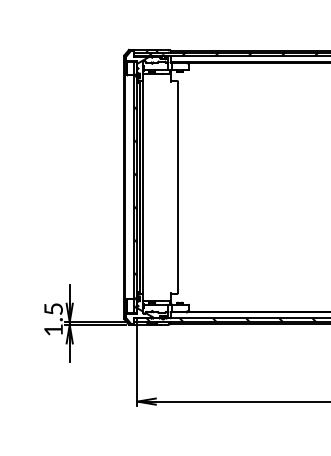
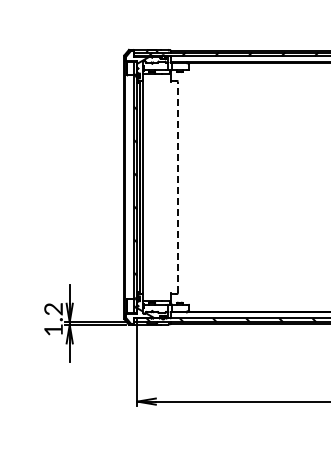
line at (178, 187): solid -> dashed
text at (53, 309): 1.5 -> 1.2
